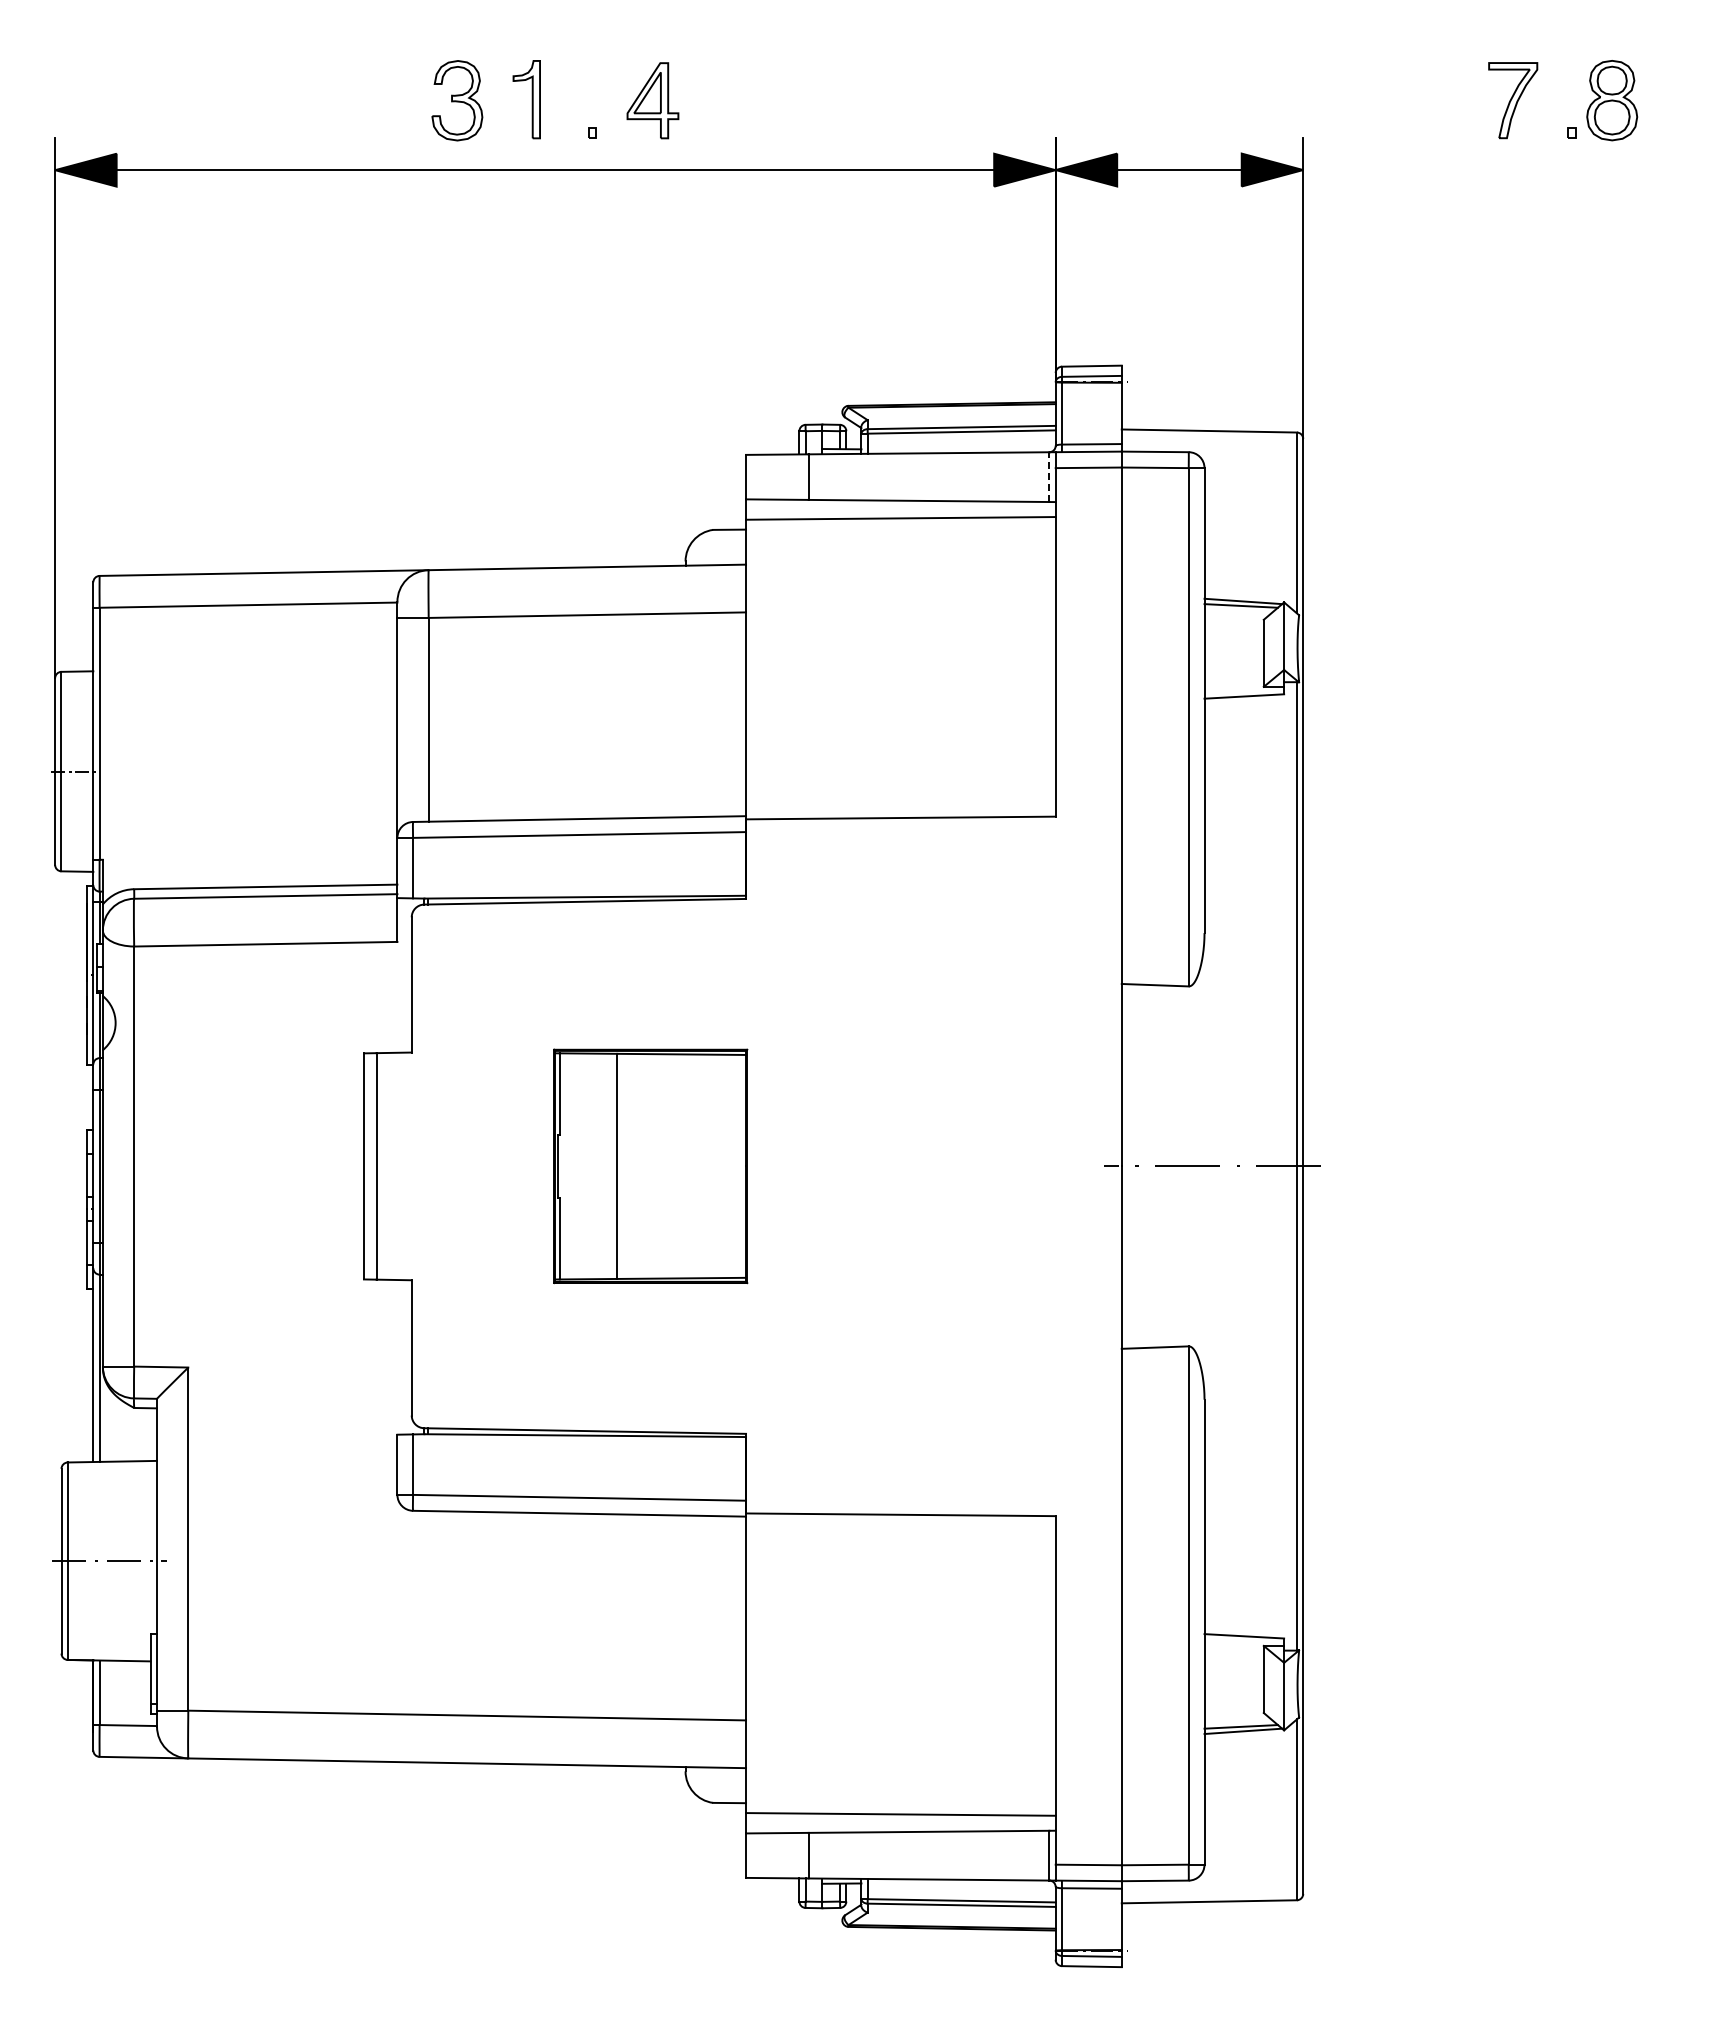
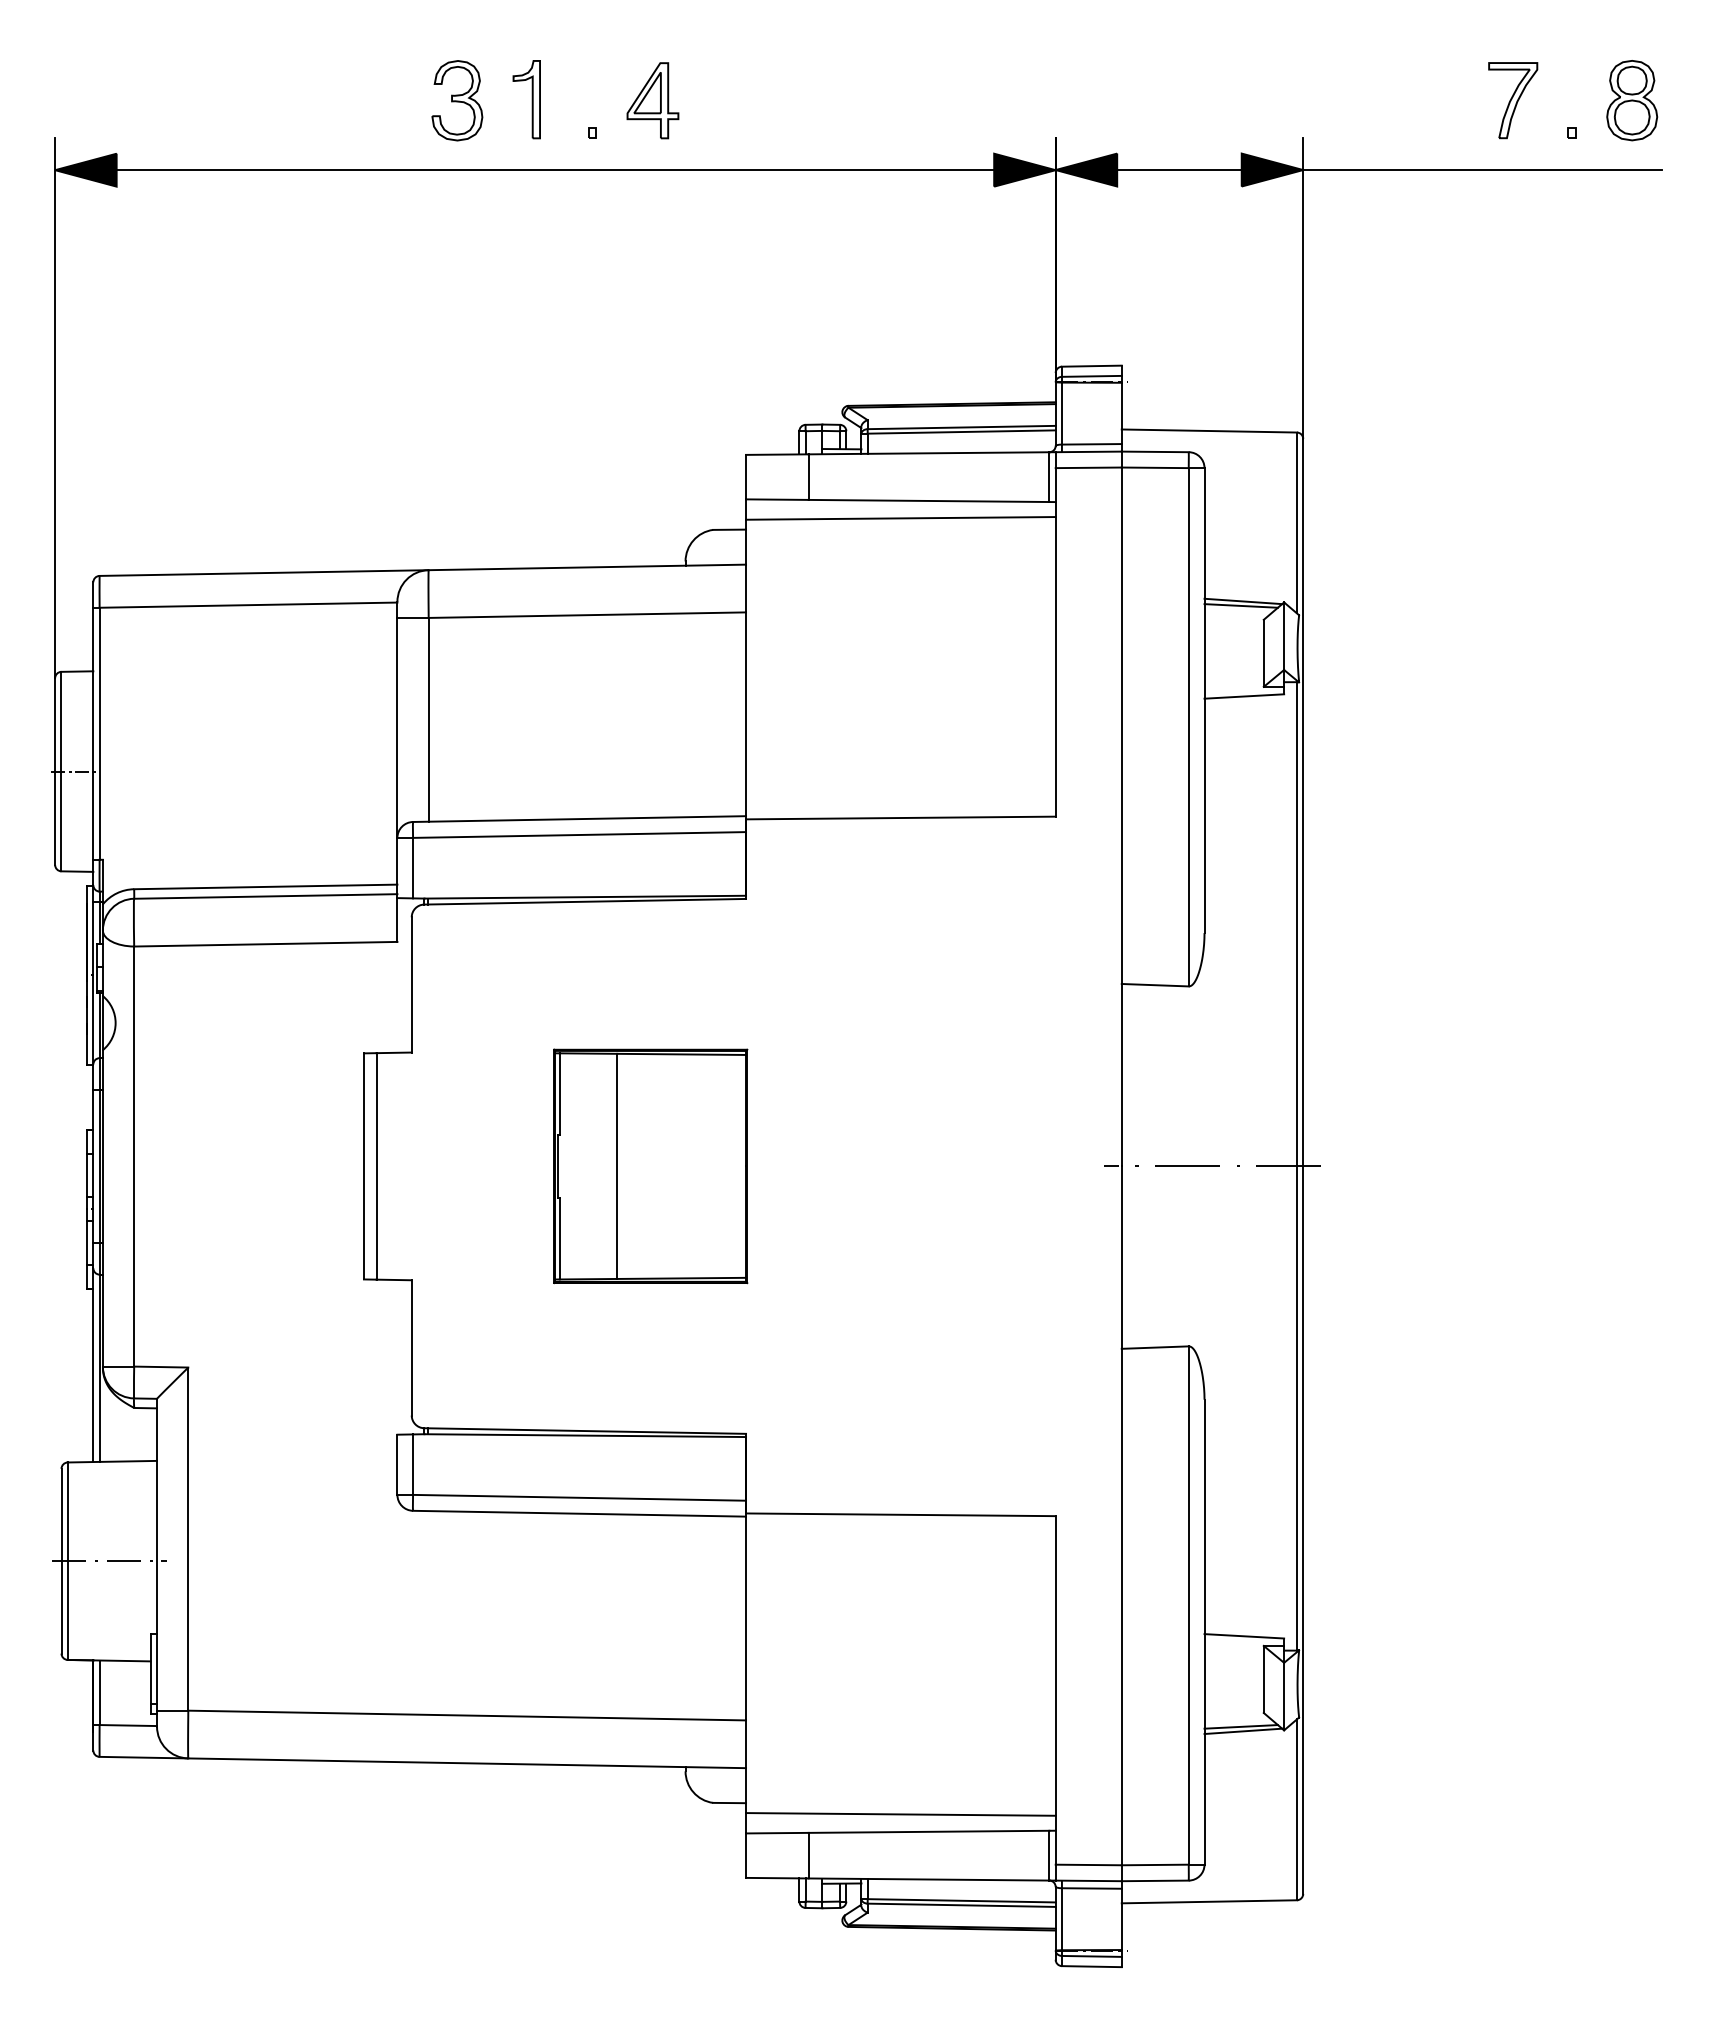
part at (1612, 100) position: (1612, 100) -> (1632, 100)
line at (1482, 170): none -> present
line at (1049, 477): dashed -> solid
